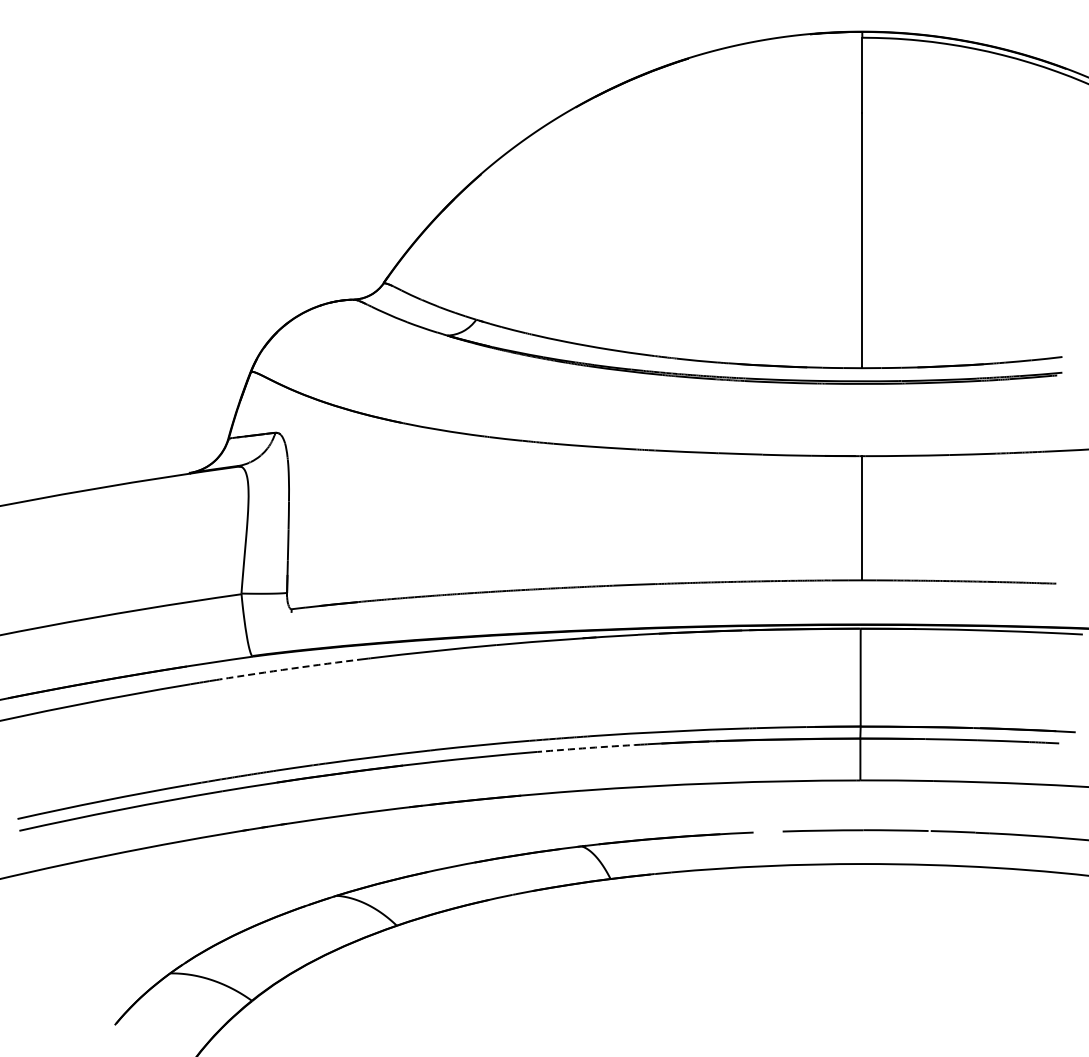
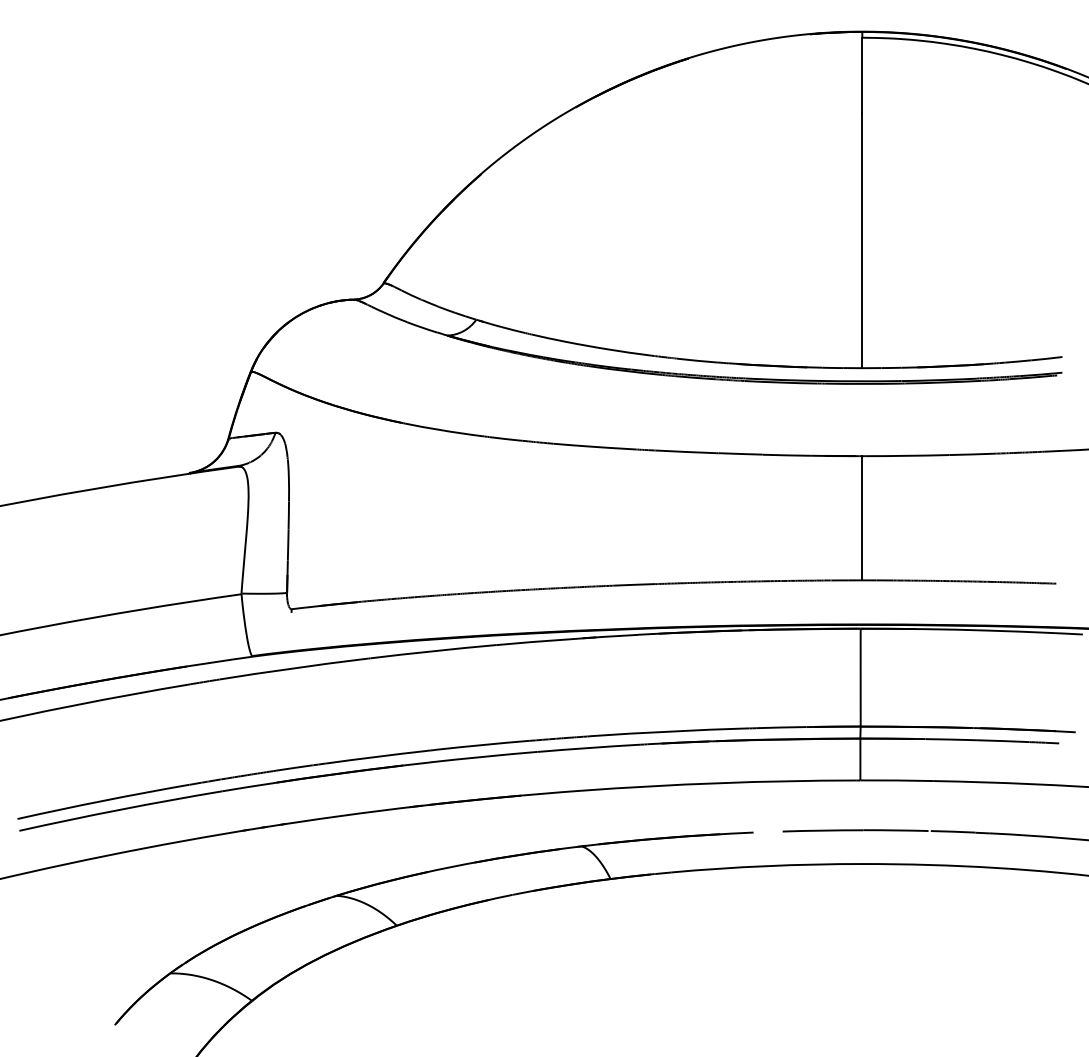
arc at (291, 668): dashed -> solid
arc at (589, 747): dashed -> solid
